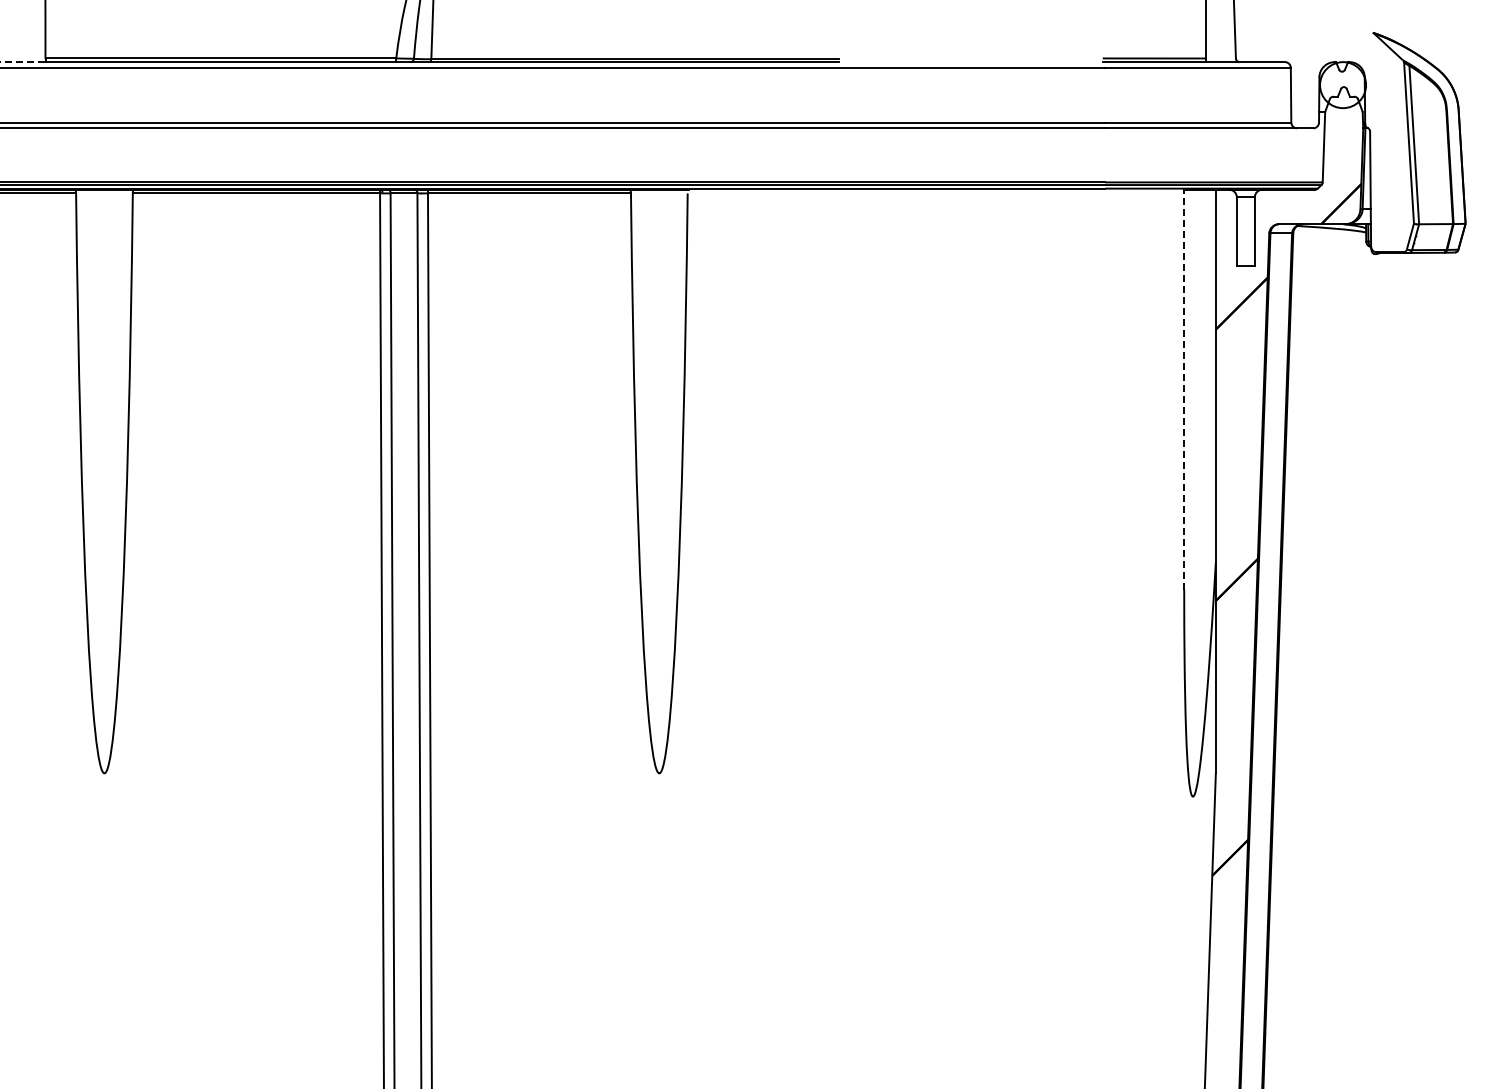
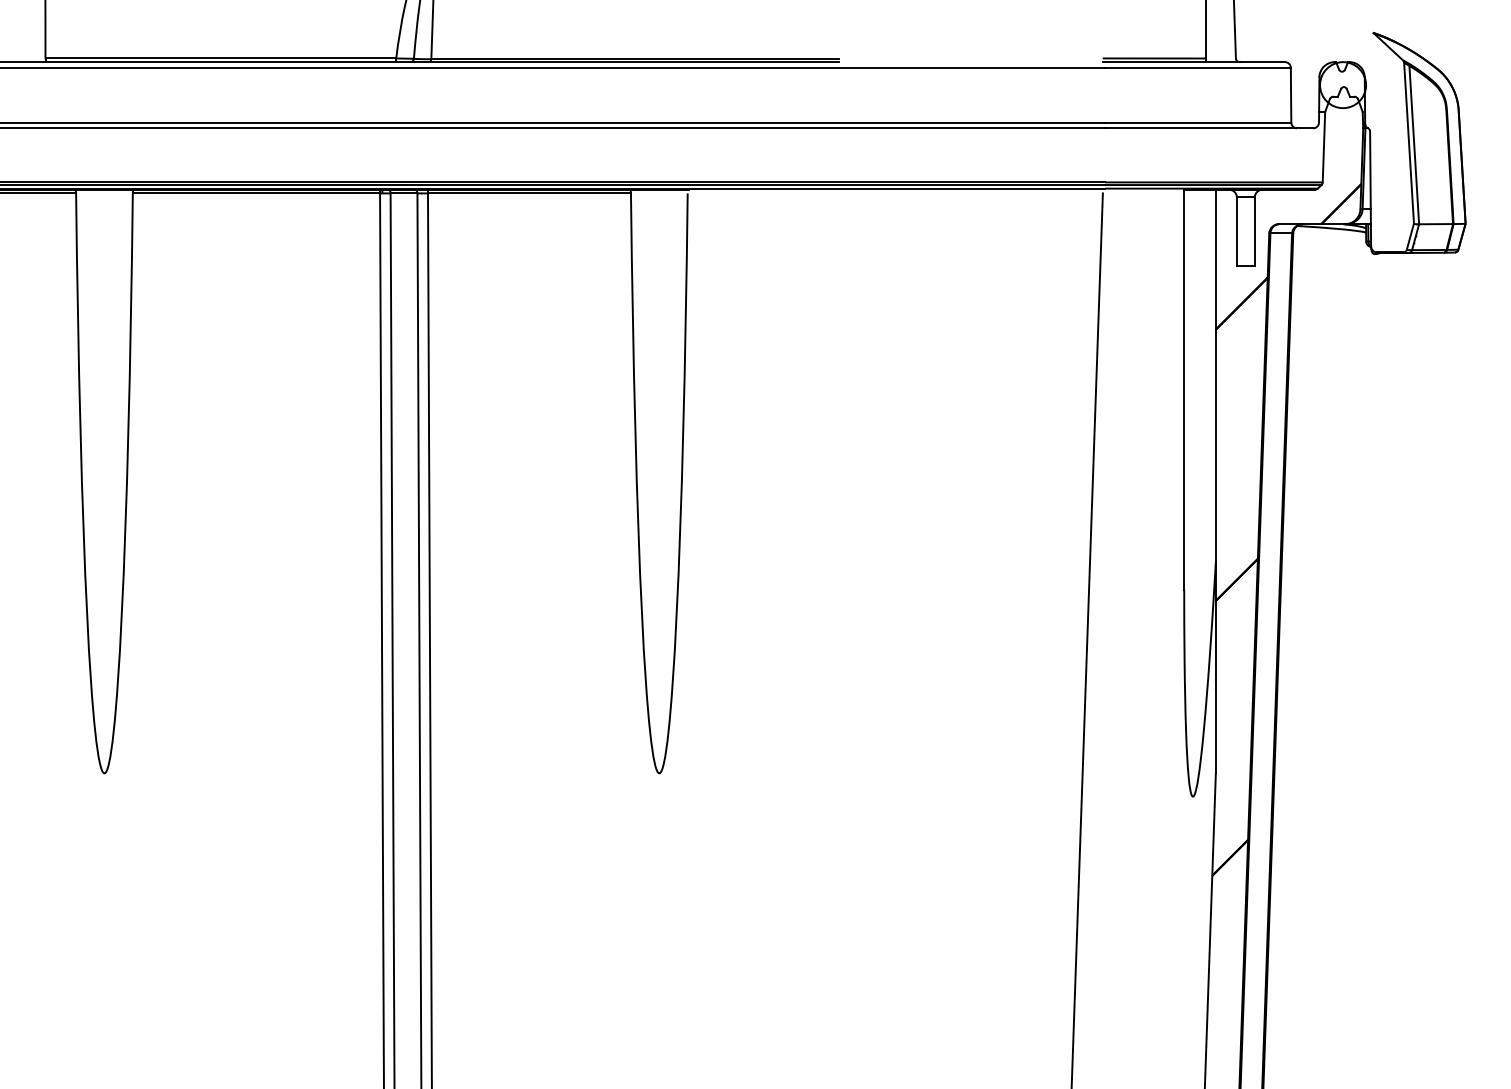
line at (22, 62): dashed -> solid
line at (1184, 389): dashed -> solid
line at (1086, 639): none -> present
